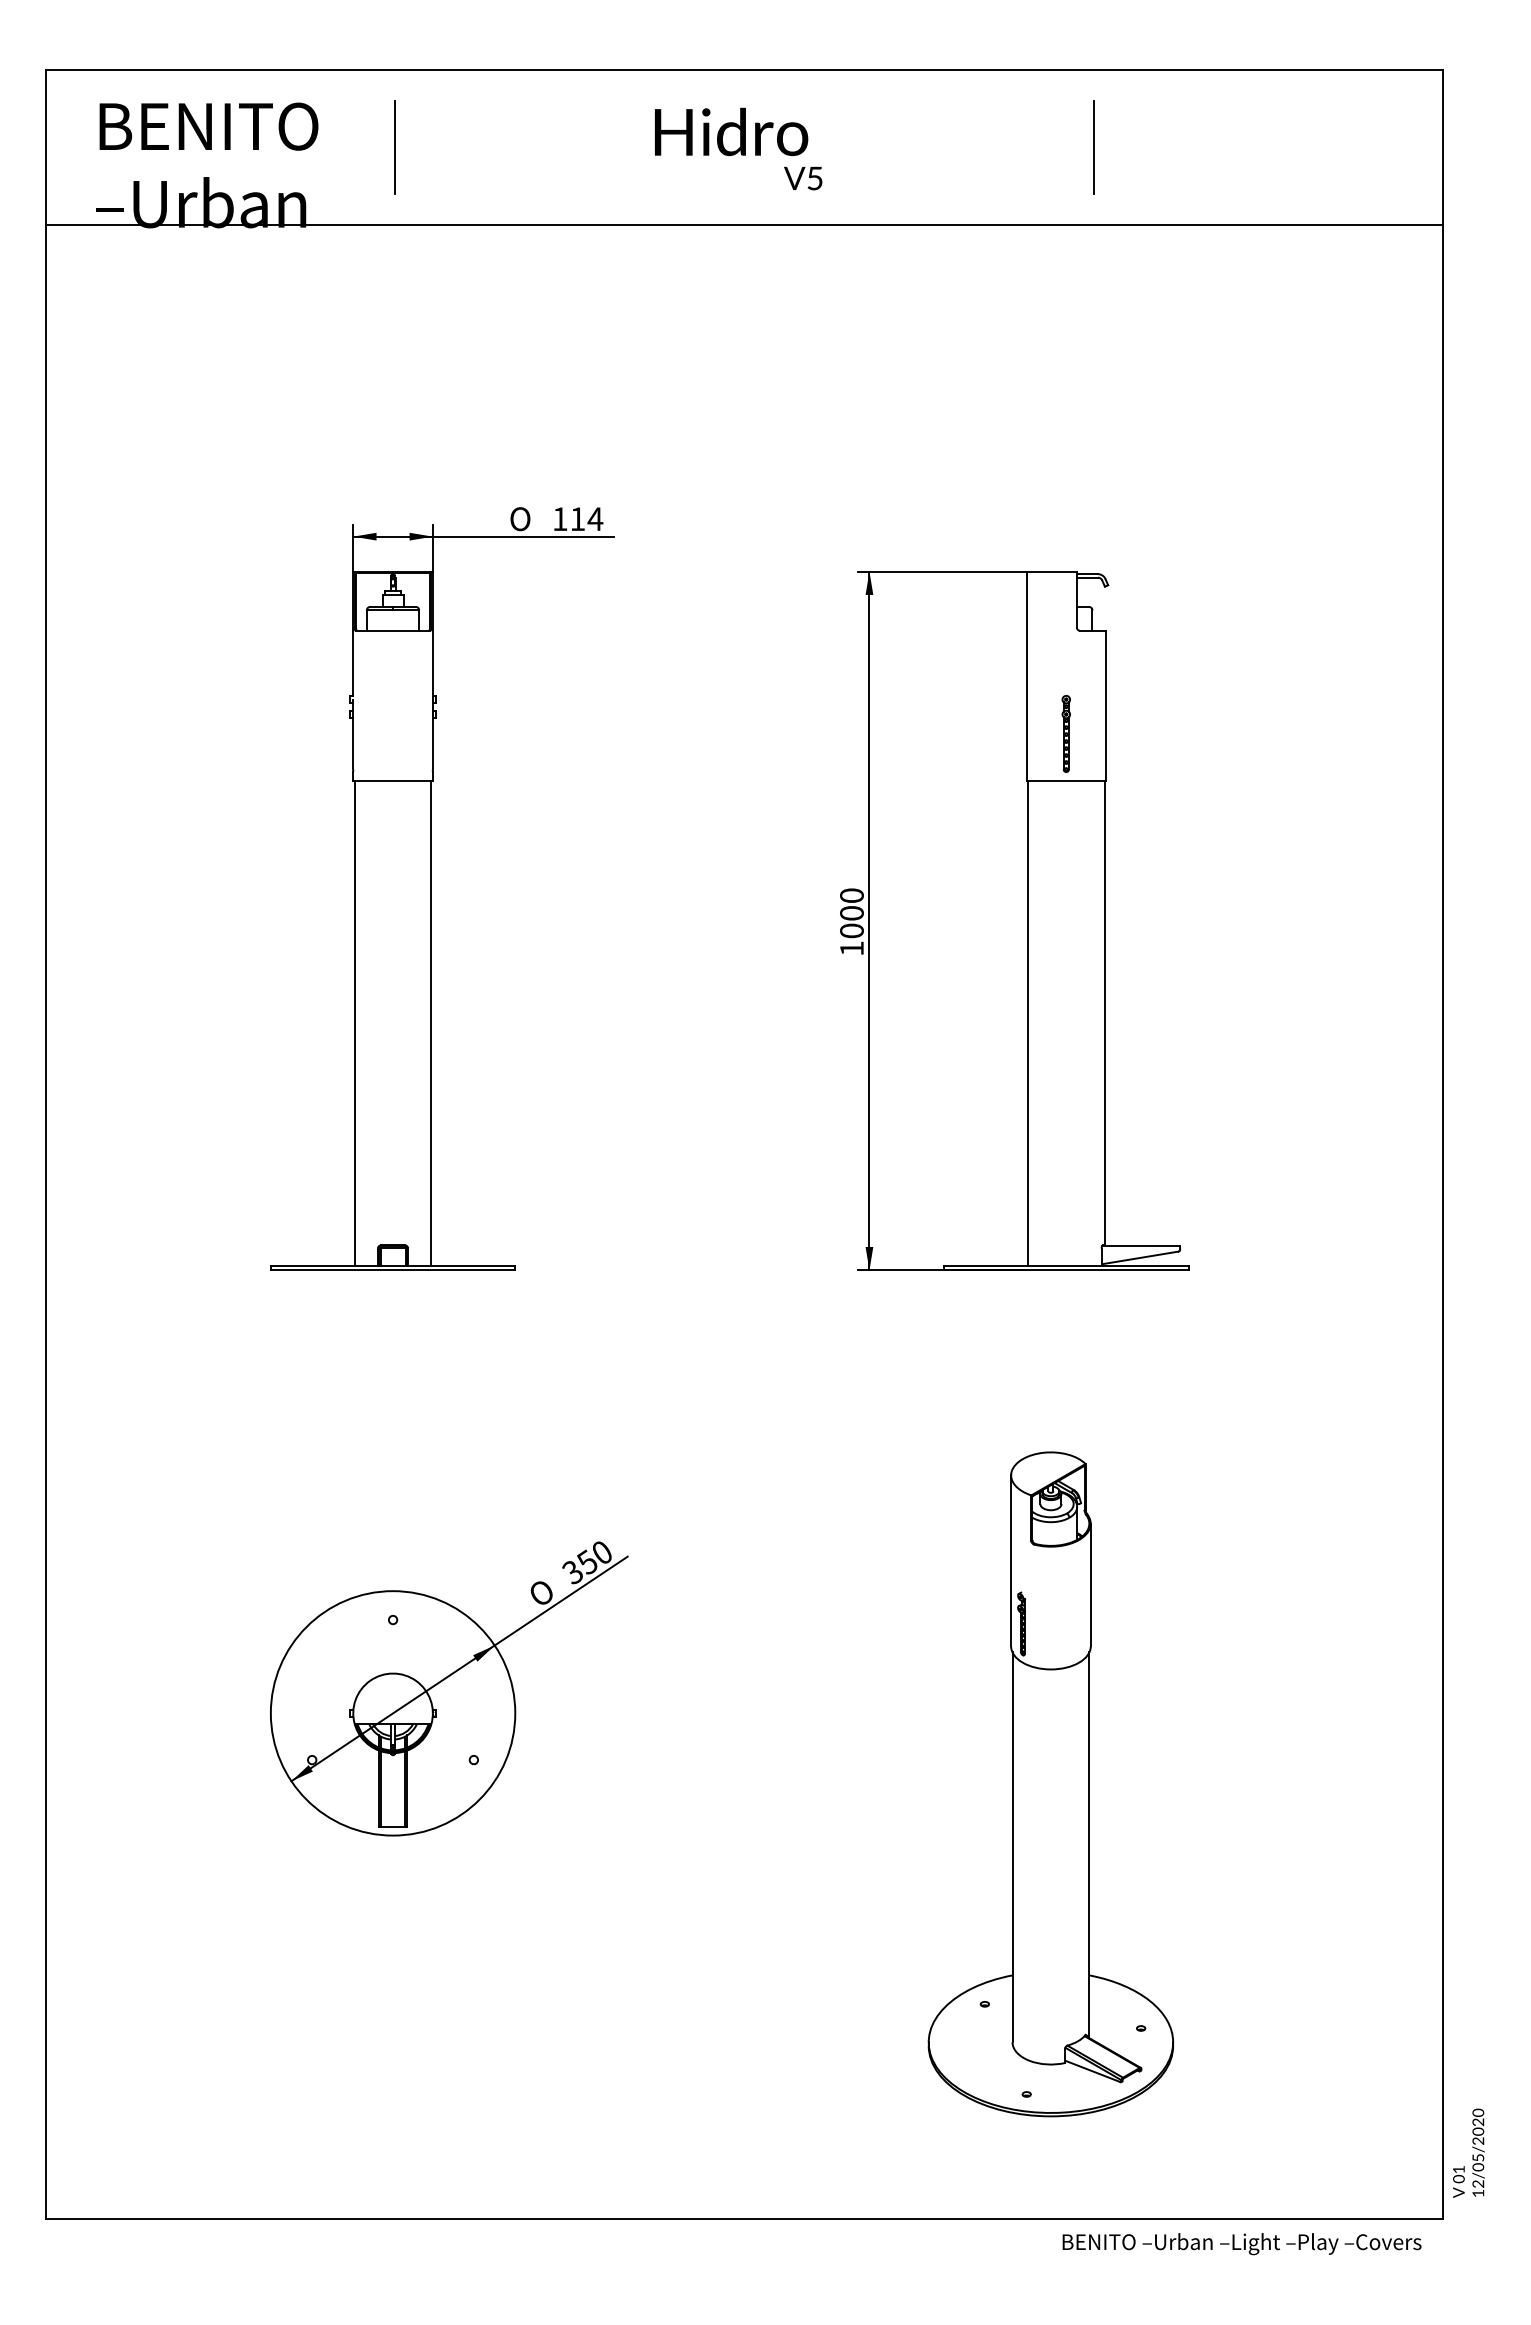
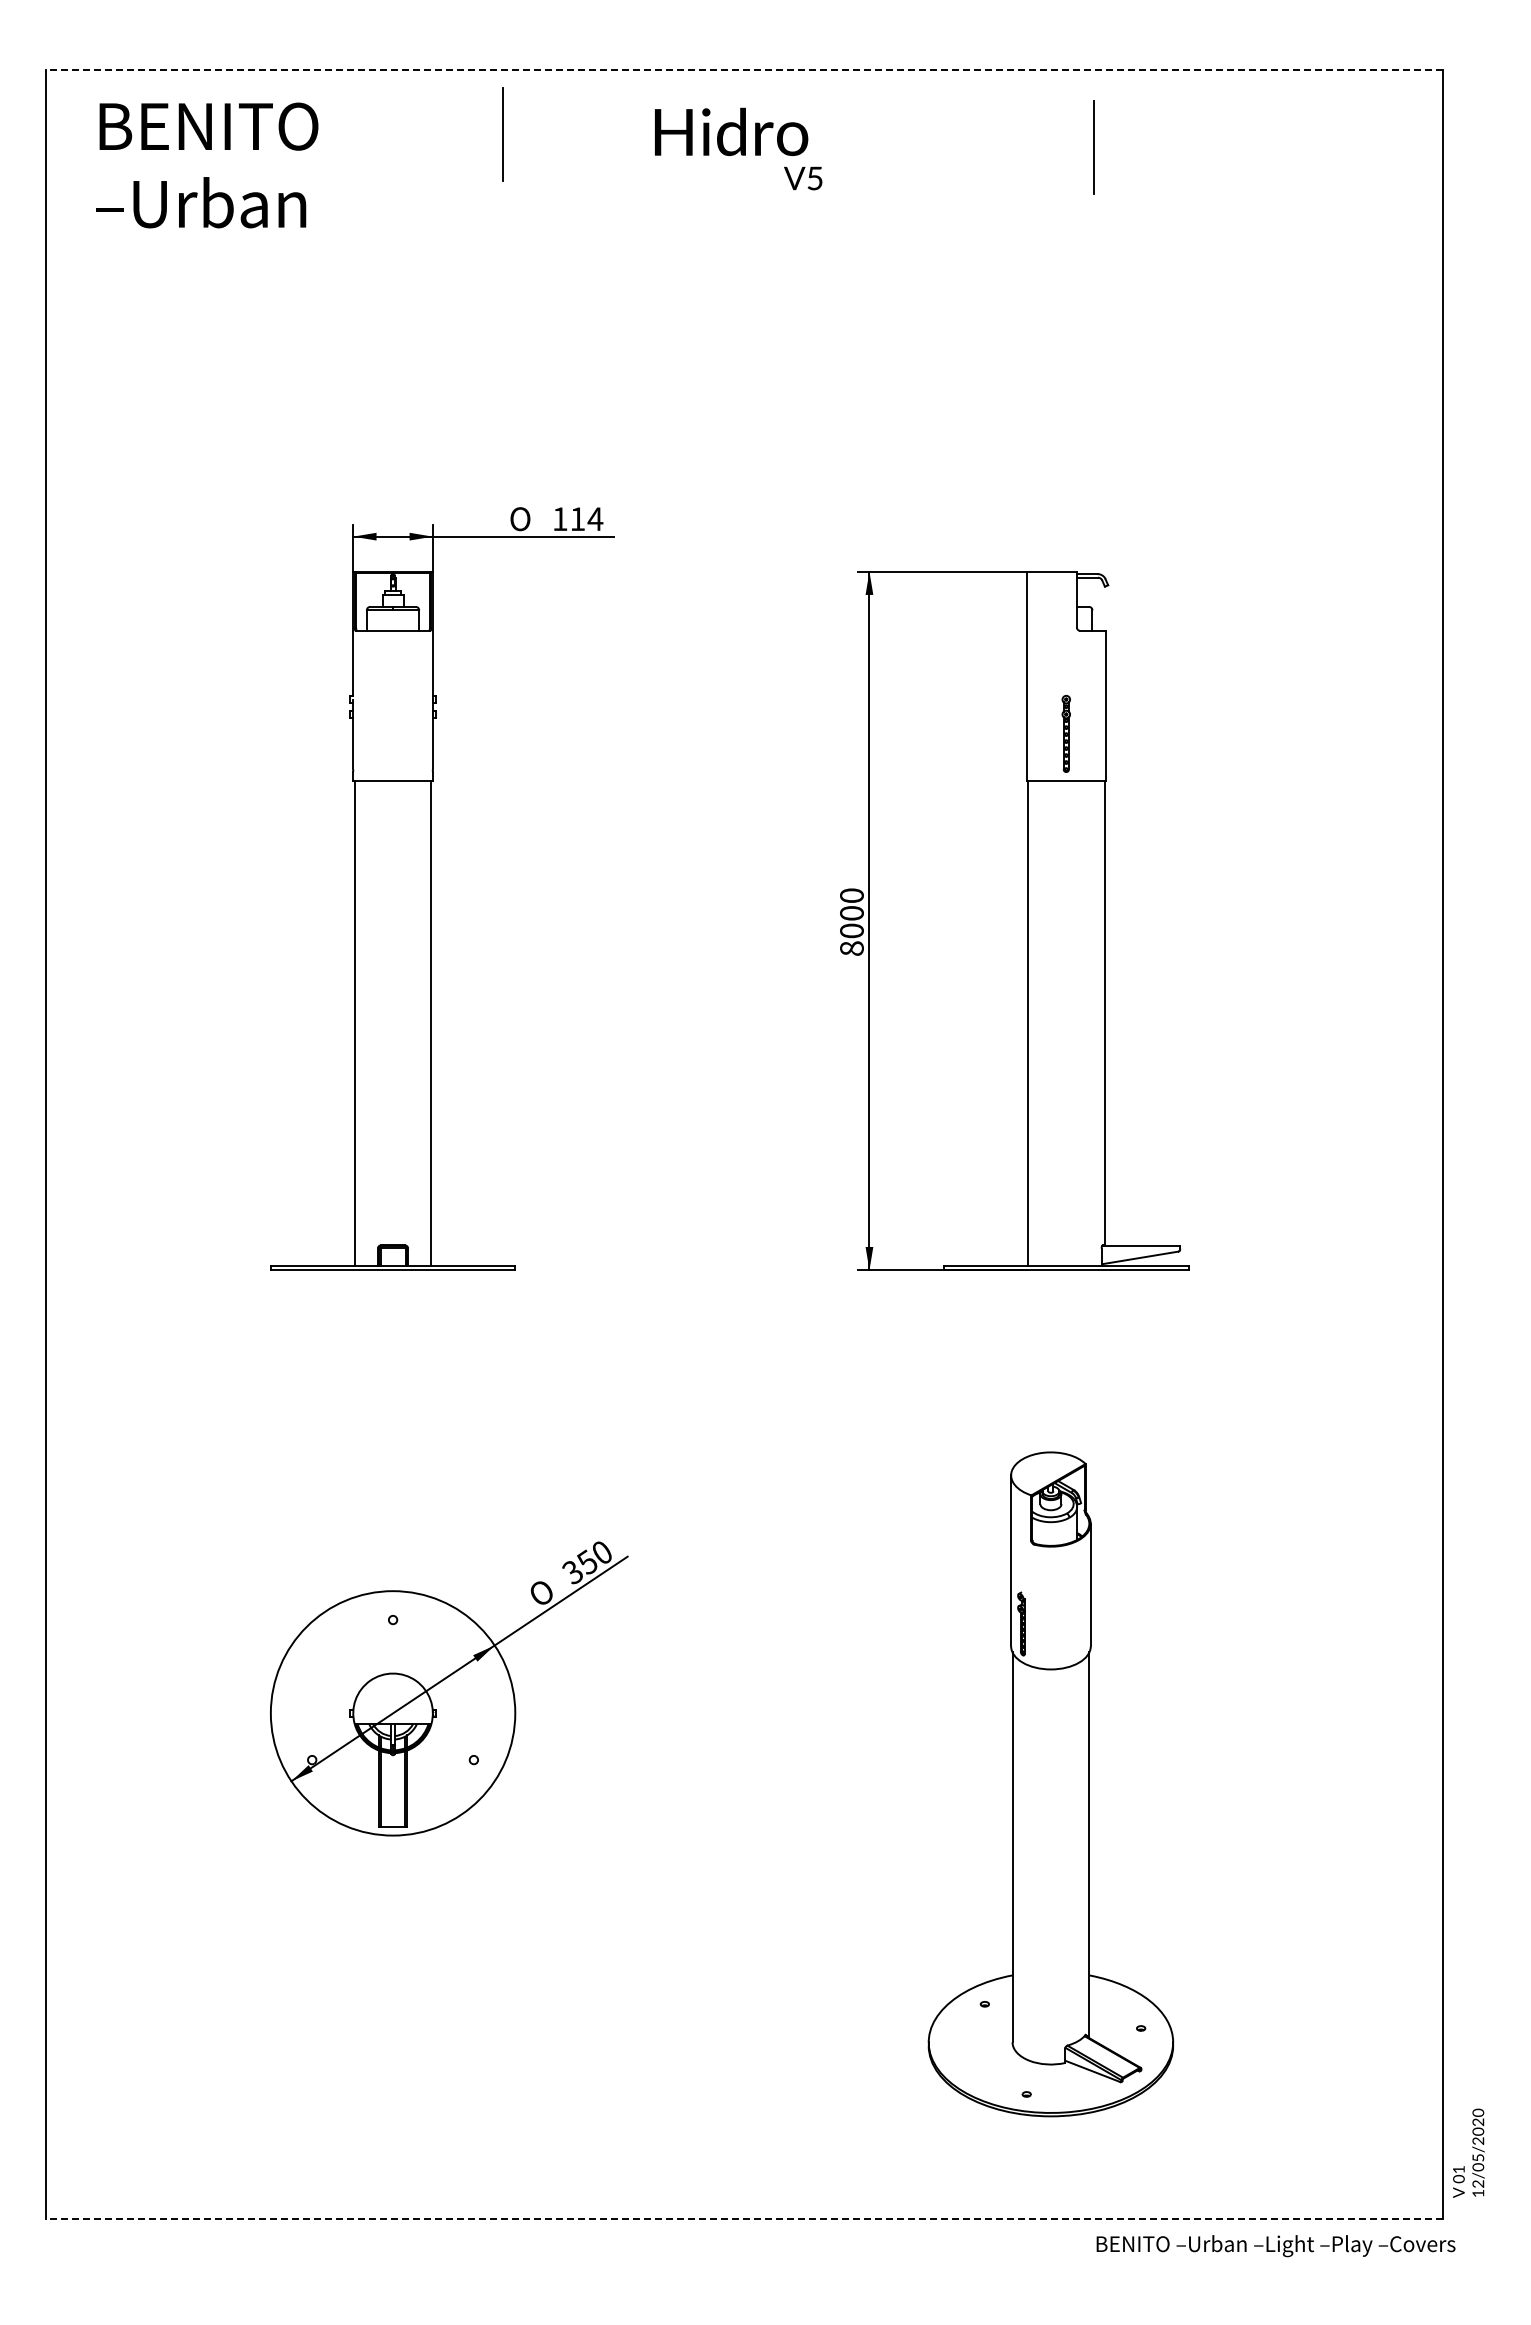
line at (743, 69): solid -> dashed
line at (394, 147) position: (394, 147) -> (502, 134)
line at (744, 224): present -> none
text at (851, 948): 1000 -> 8000
line at (743, 2219): solid -> dashed
text at (1241, 2244) position: (1241, 2244) -> (1275, 2246)
